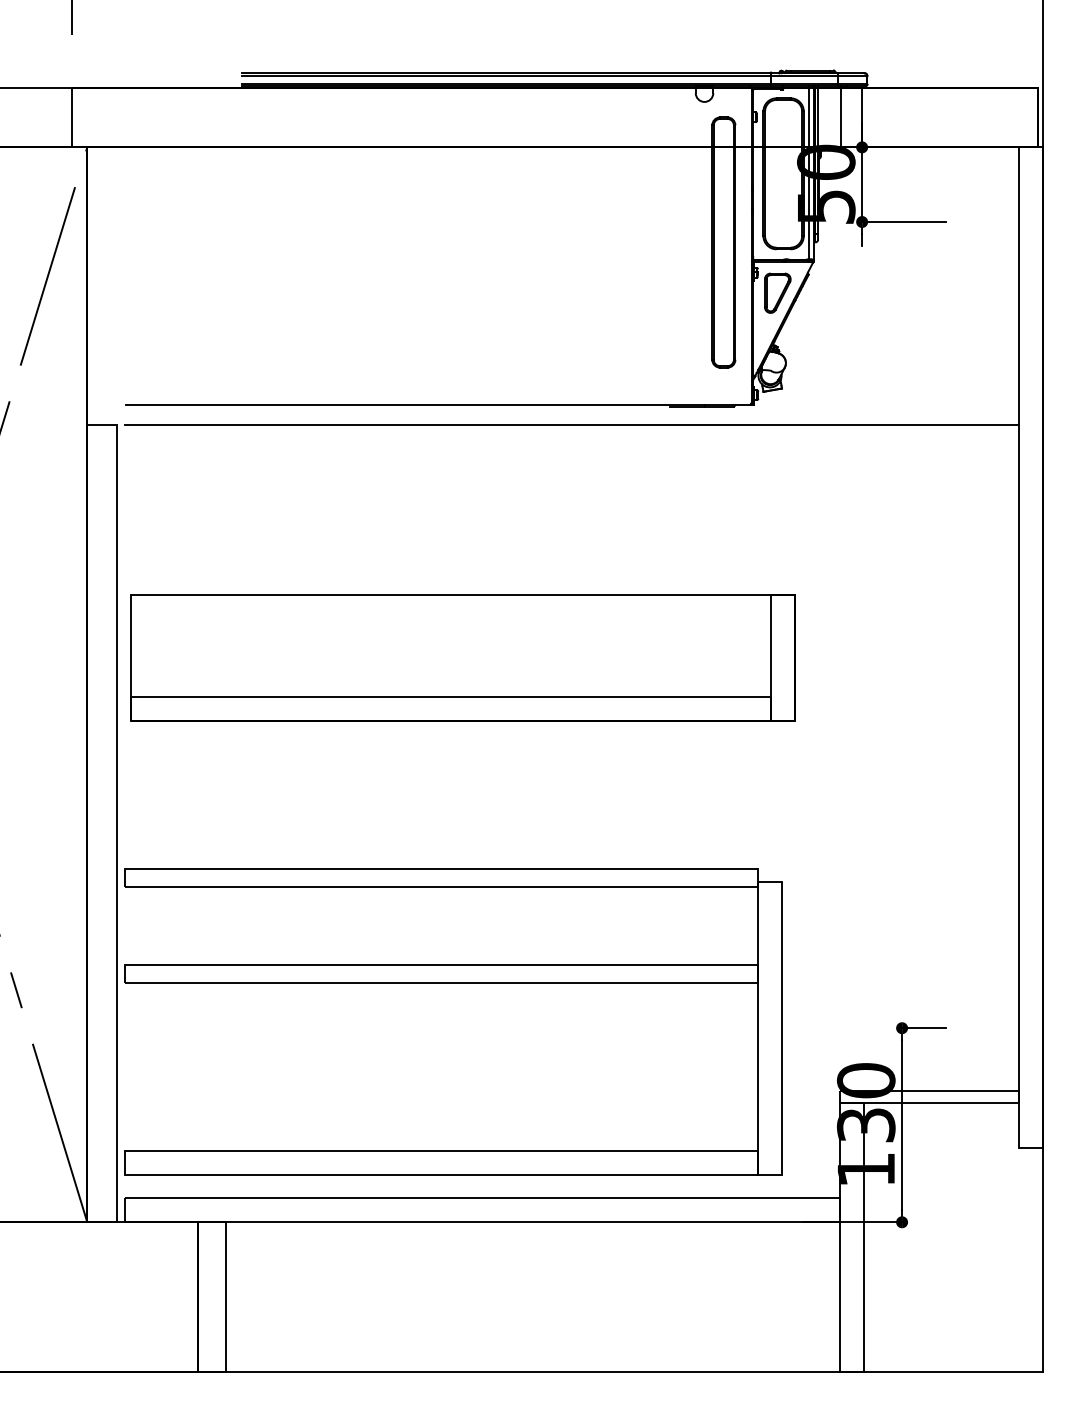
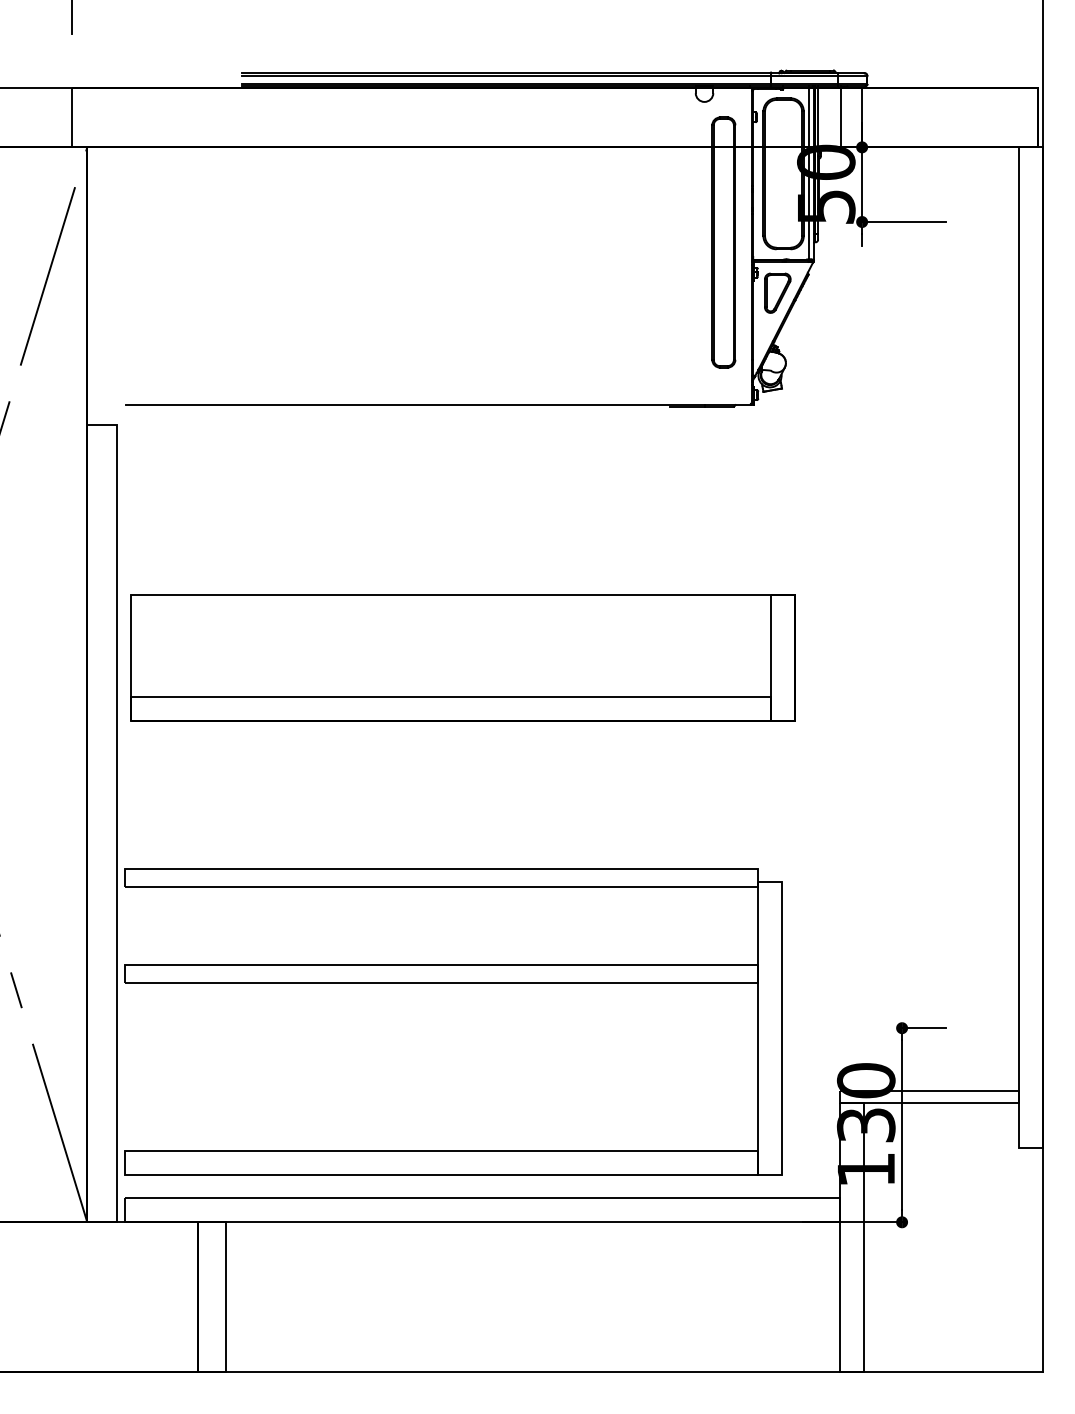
line at (571, 425): present -> none
